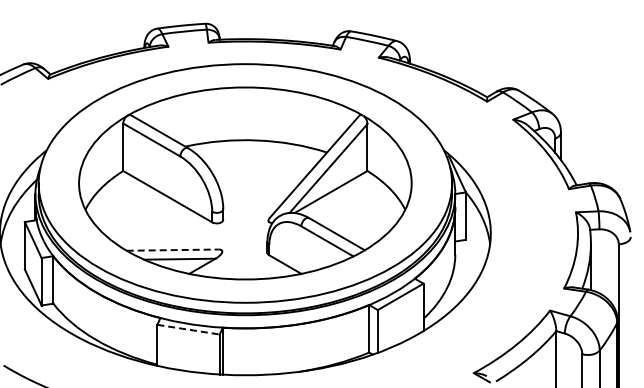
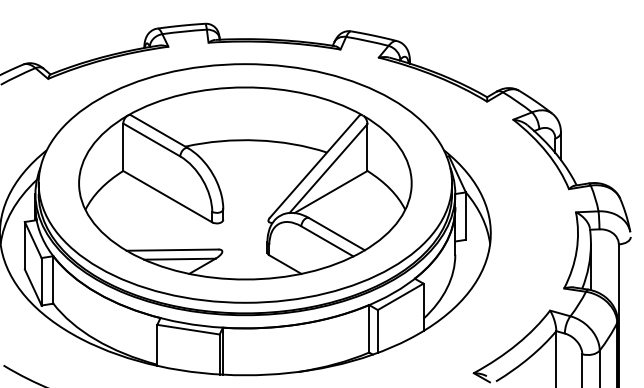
line at (172, 250): dashed -> solid
line at (188, 329): dashed -> solid
